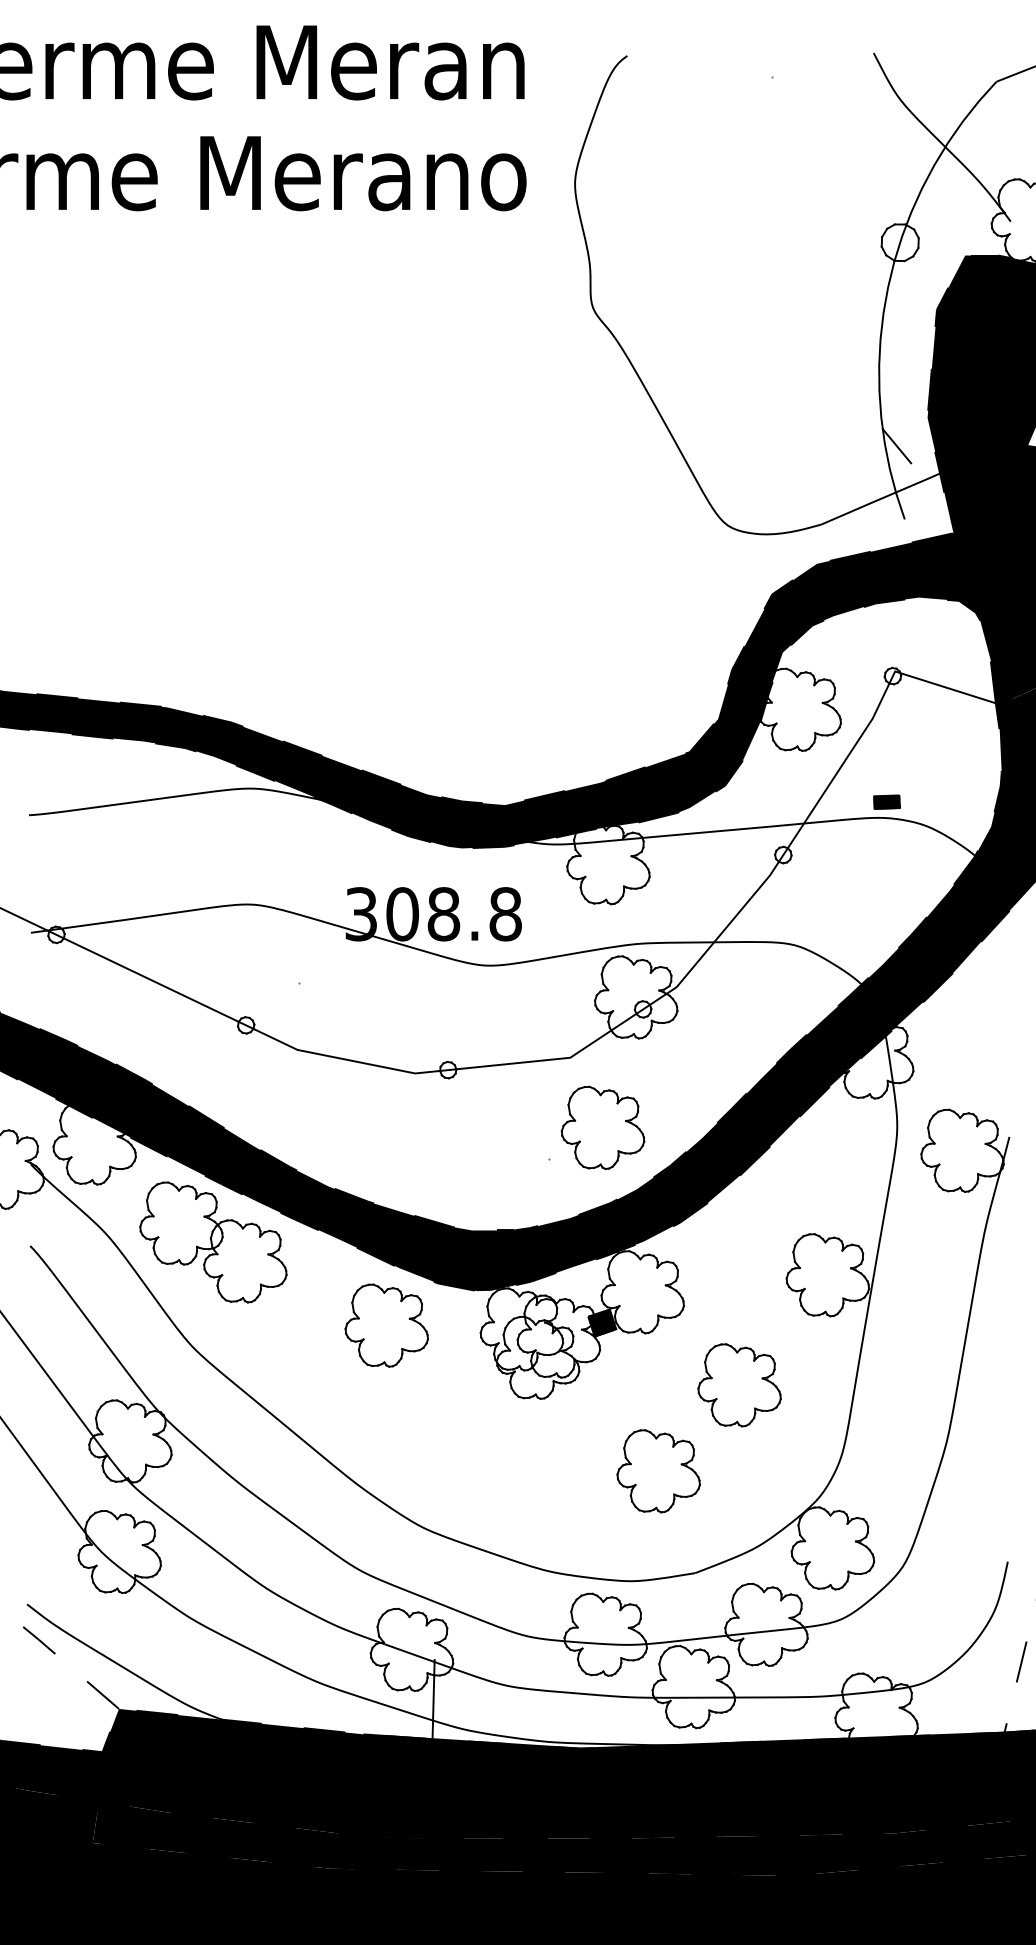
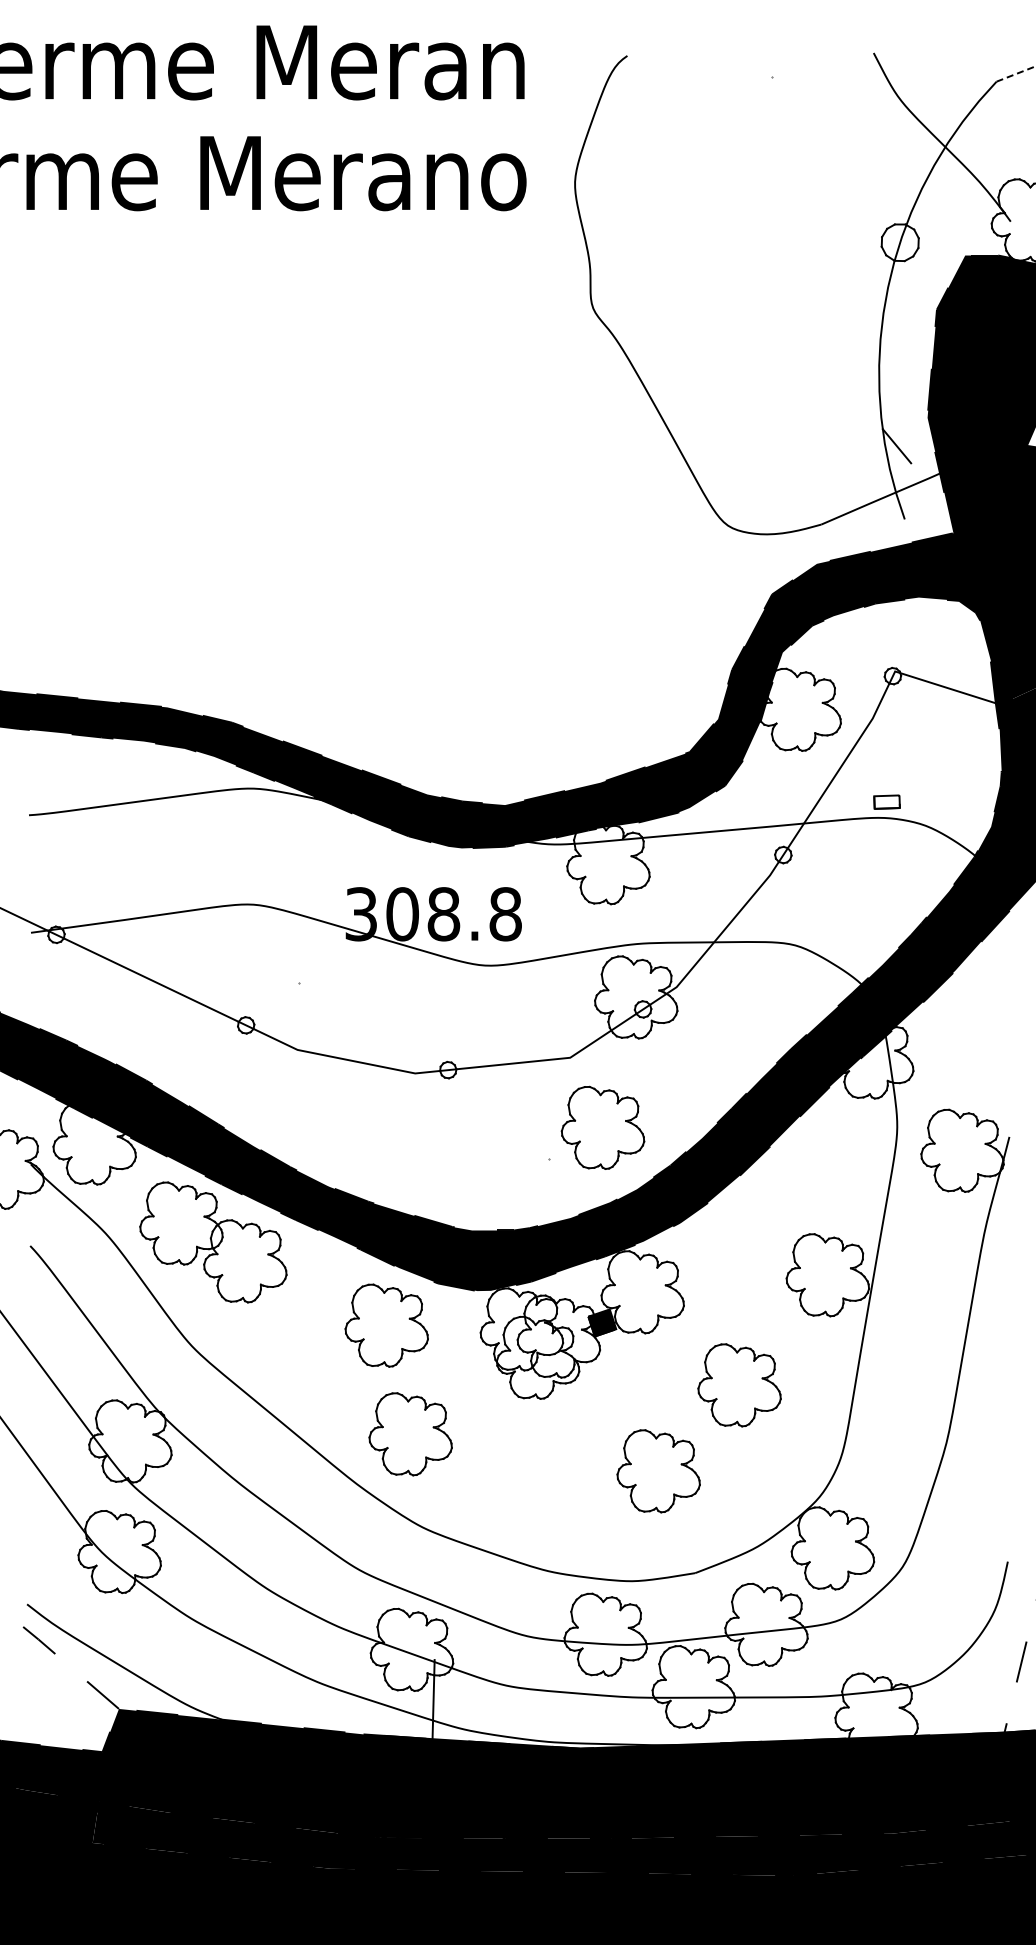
line at (1016, 74): solid -> dashed
fill at (886, 801): present -> none
part at (410, 1434): none -> present
